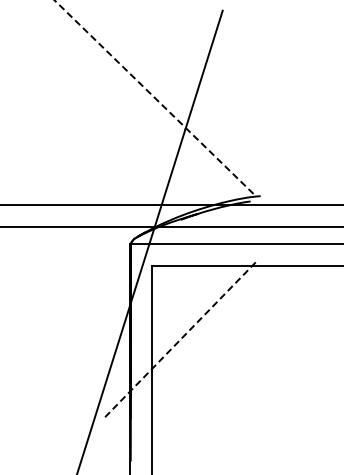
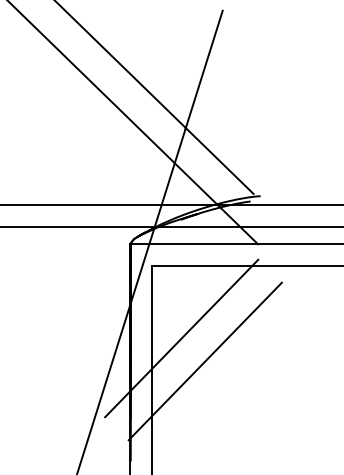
line at (153, 97): dashed -> solid
line at (133, 123): none -> present
line at (181, 338): dashed -> solid
line at (204, 361): none -> present
